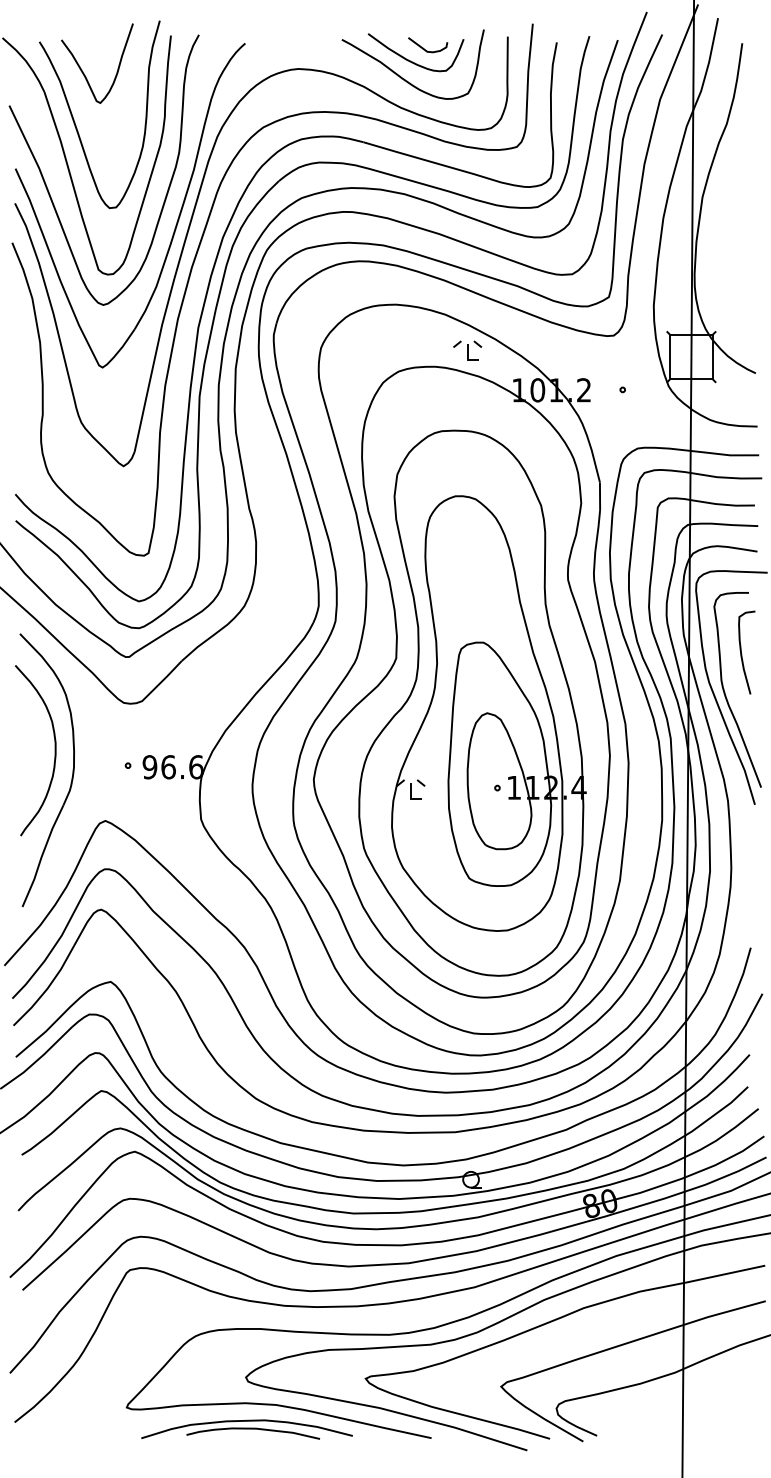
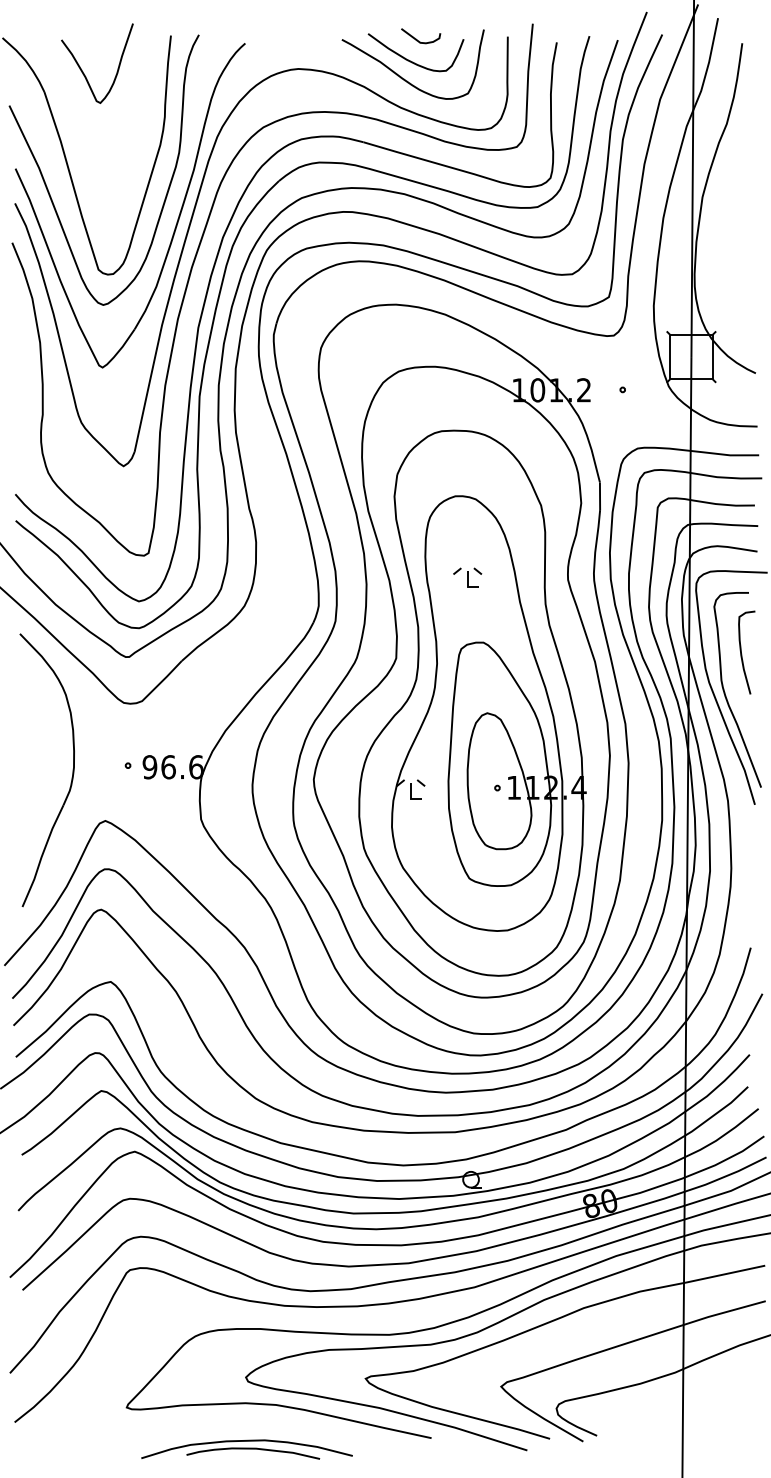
curve at (424, 48) position: (424, 48) -> (417, 39)
curve at (75, 122): present -> none
part at (467, 350) position: (467, 350) -> (467, 577)
curve at (54, 750): present -> none
part at (246, 1429) position: (246, 1429) -> (246, 1449)
